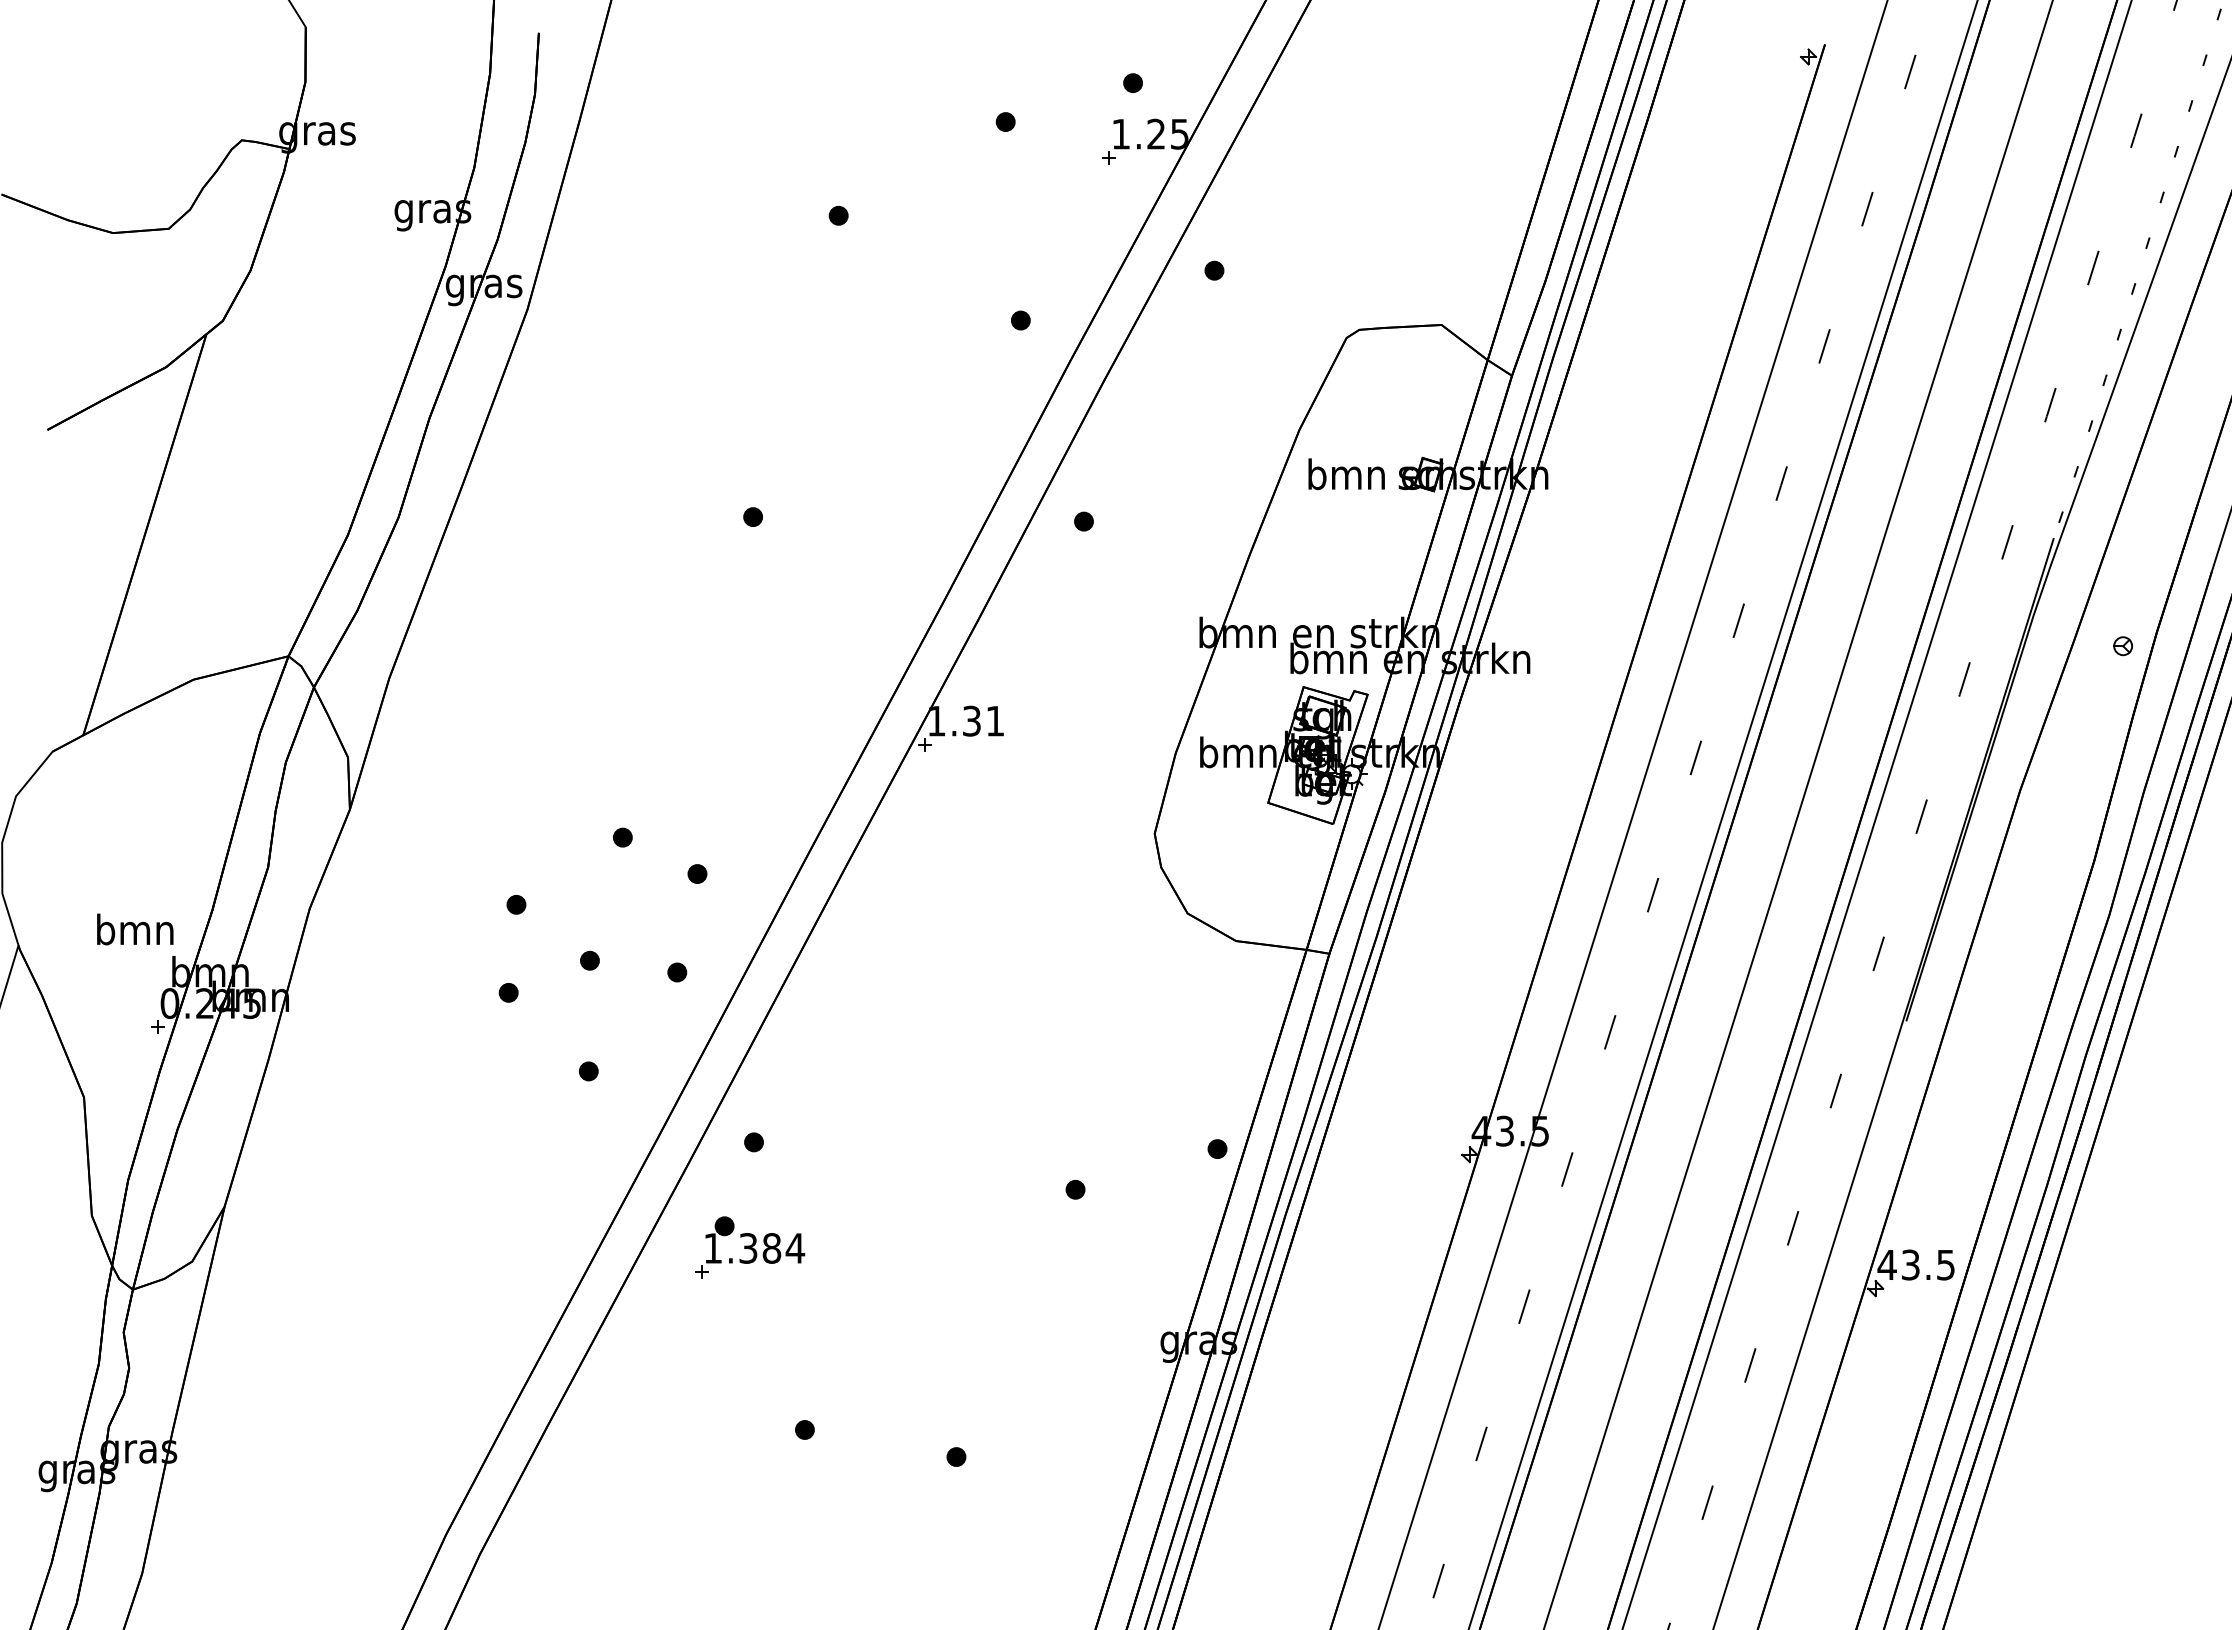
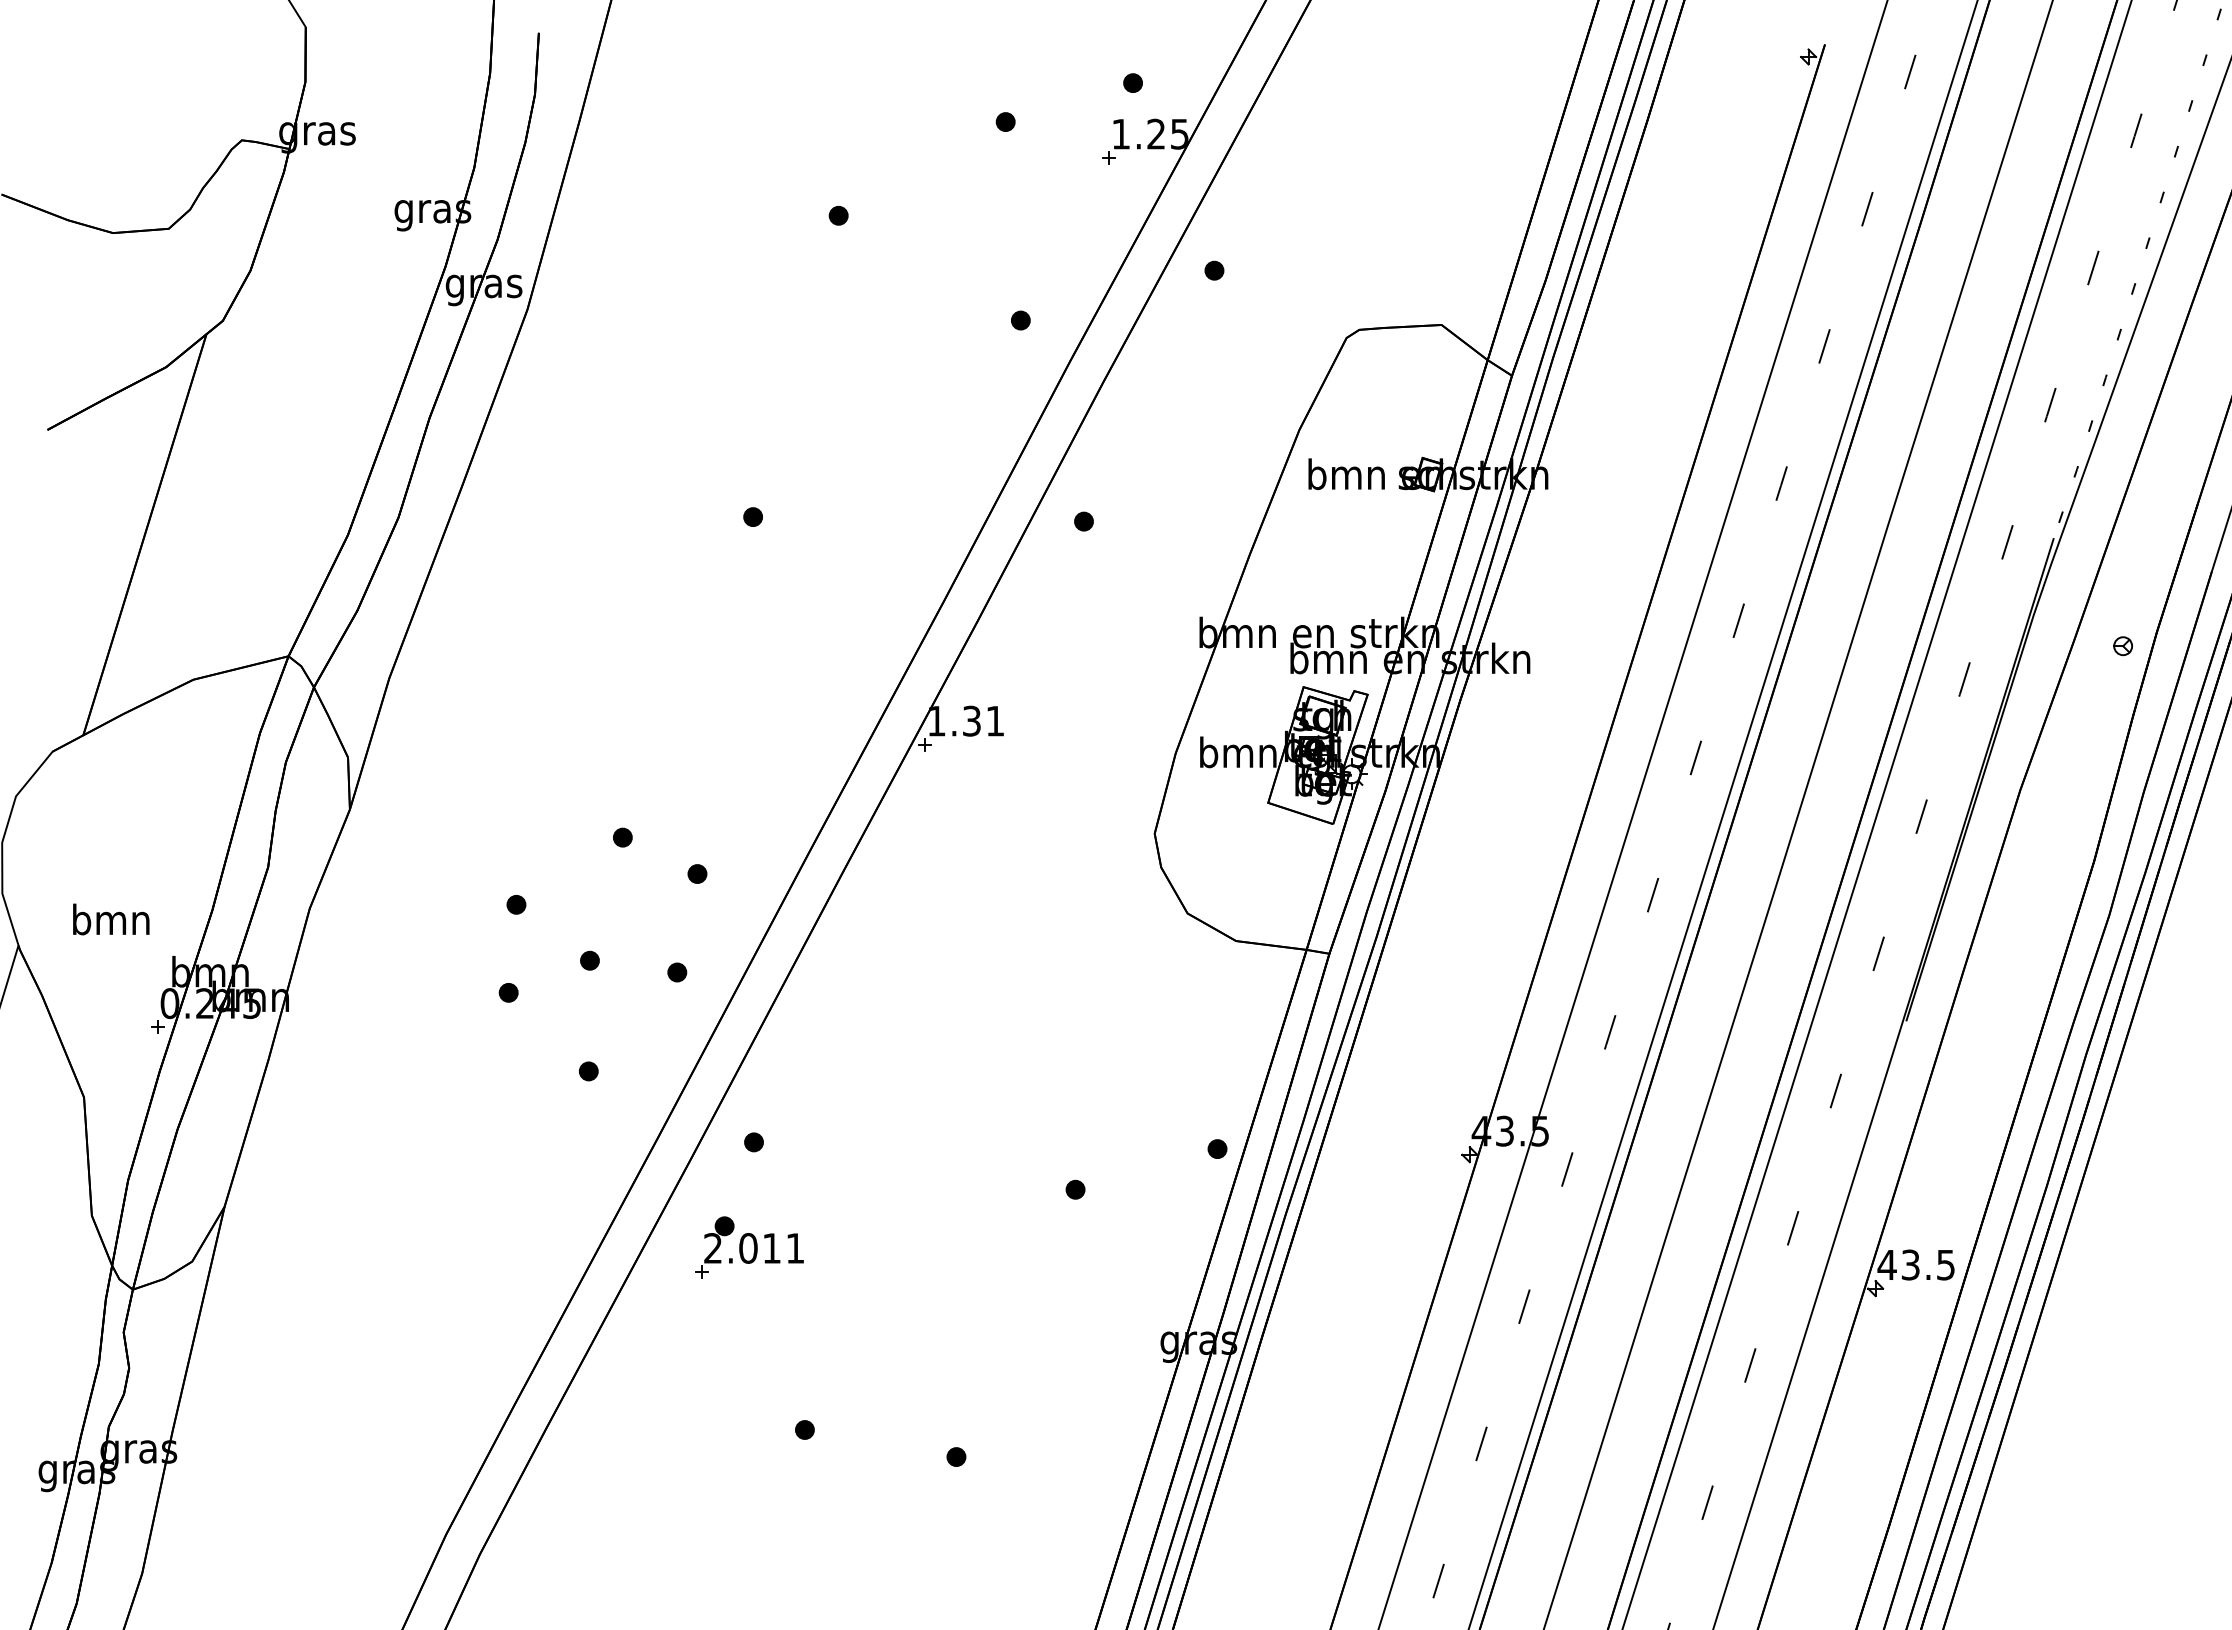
text at (135, 929) position: (135, 929) -> (111, 919)
text at (754, 1248): 1.384 -> 2.011
